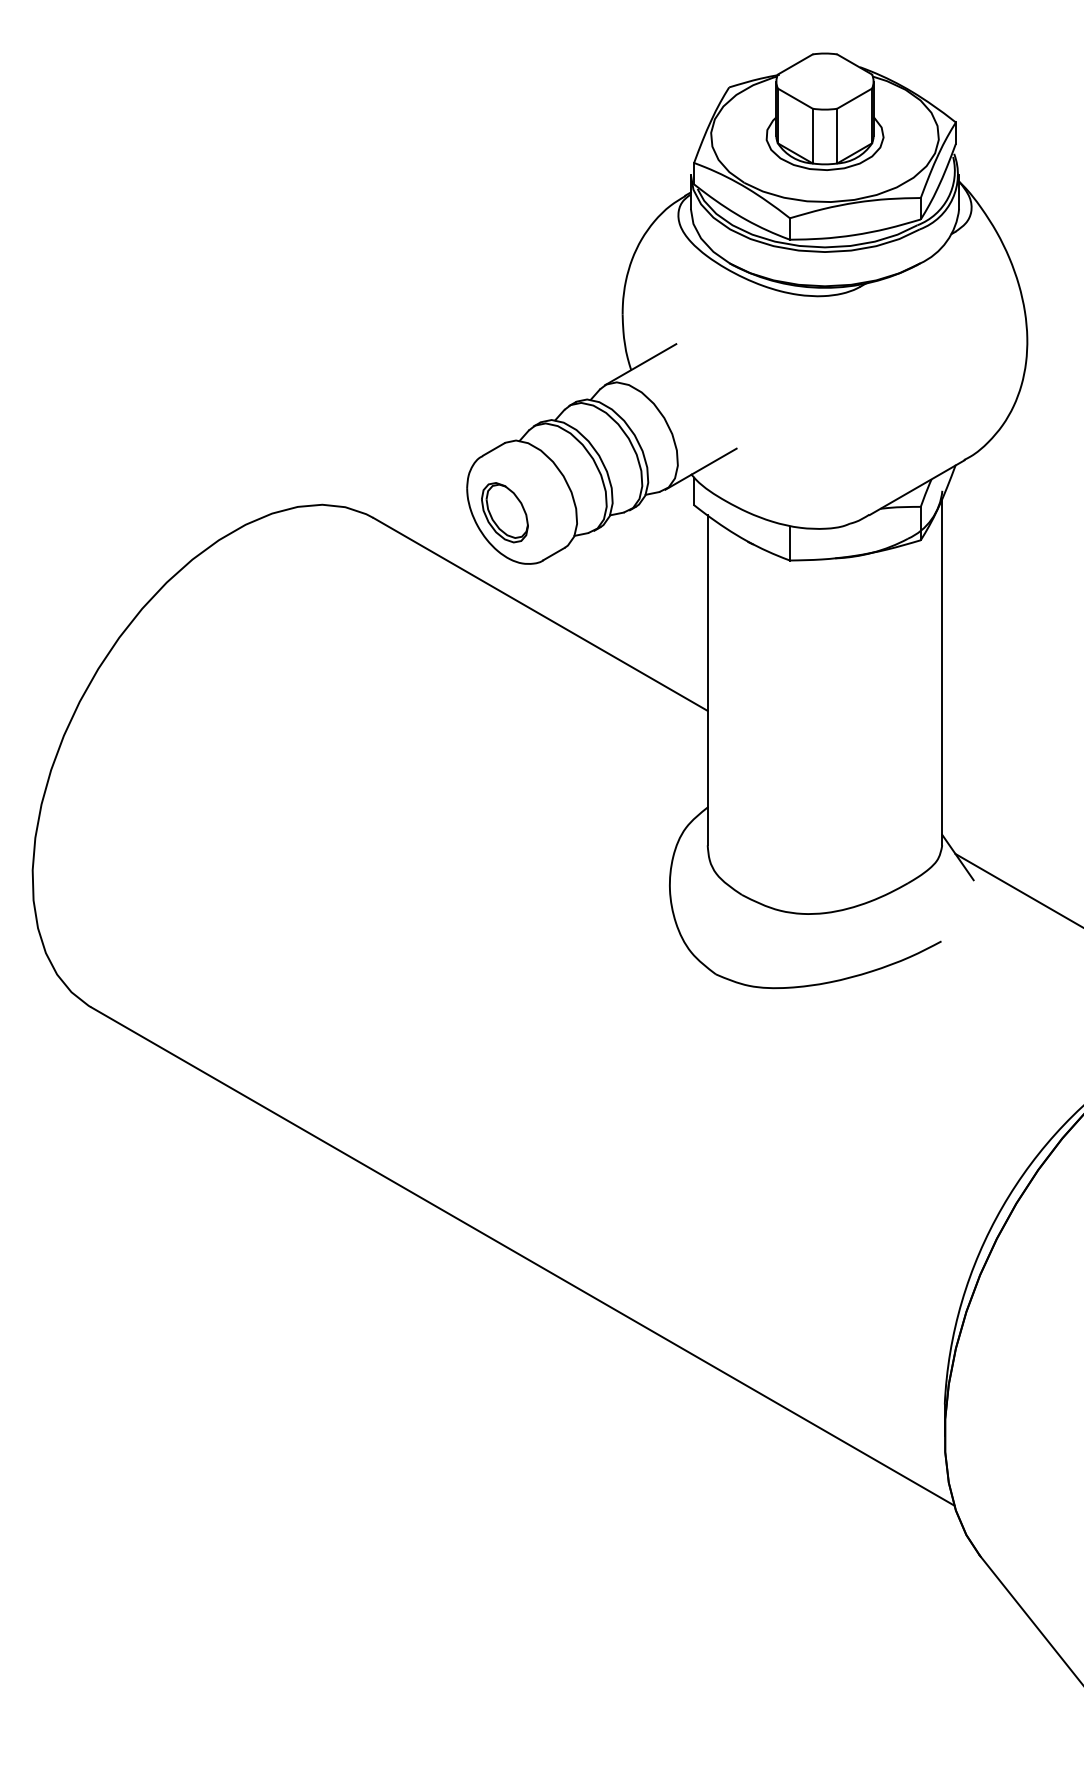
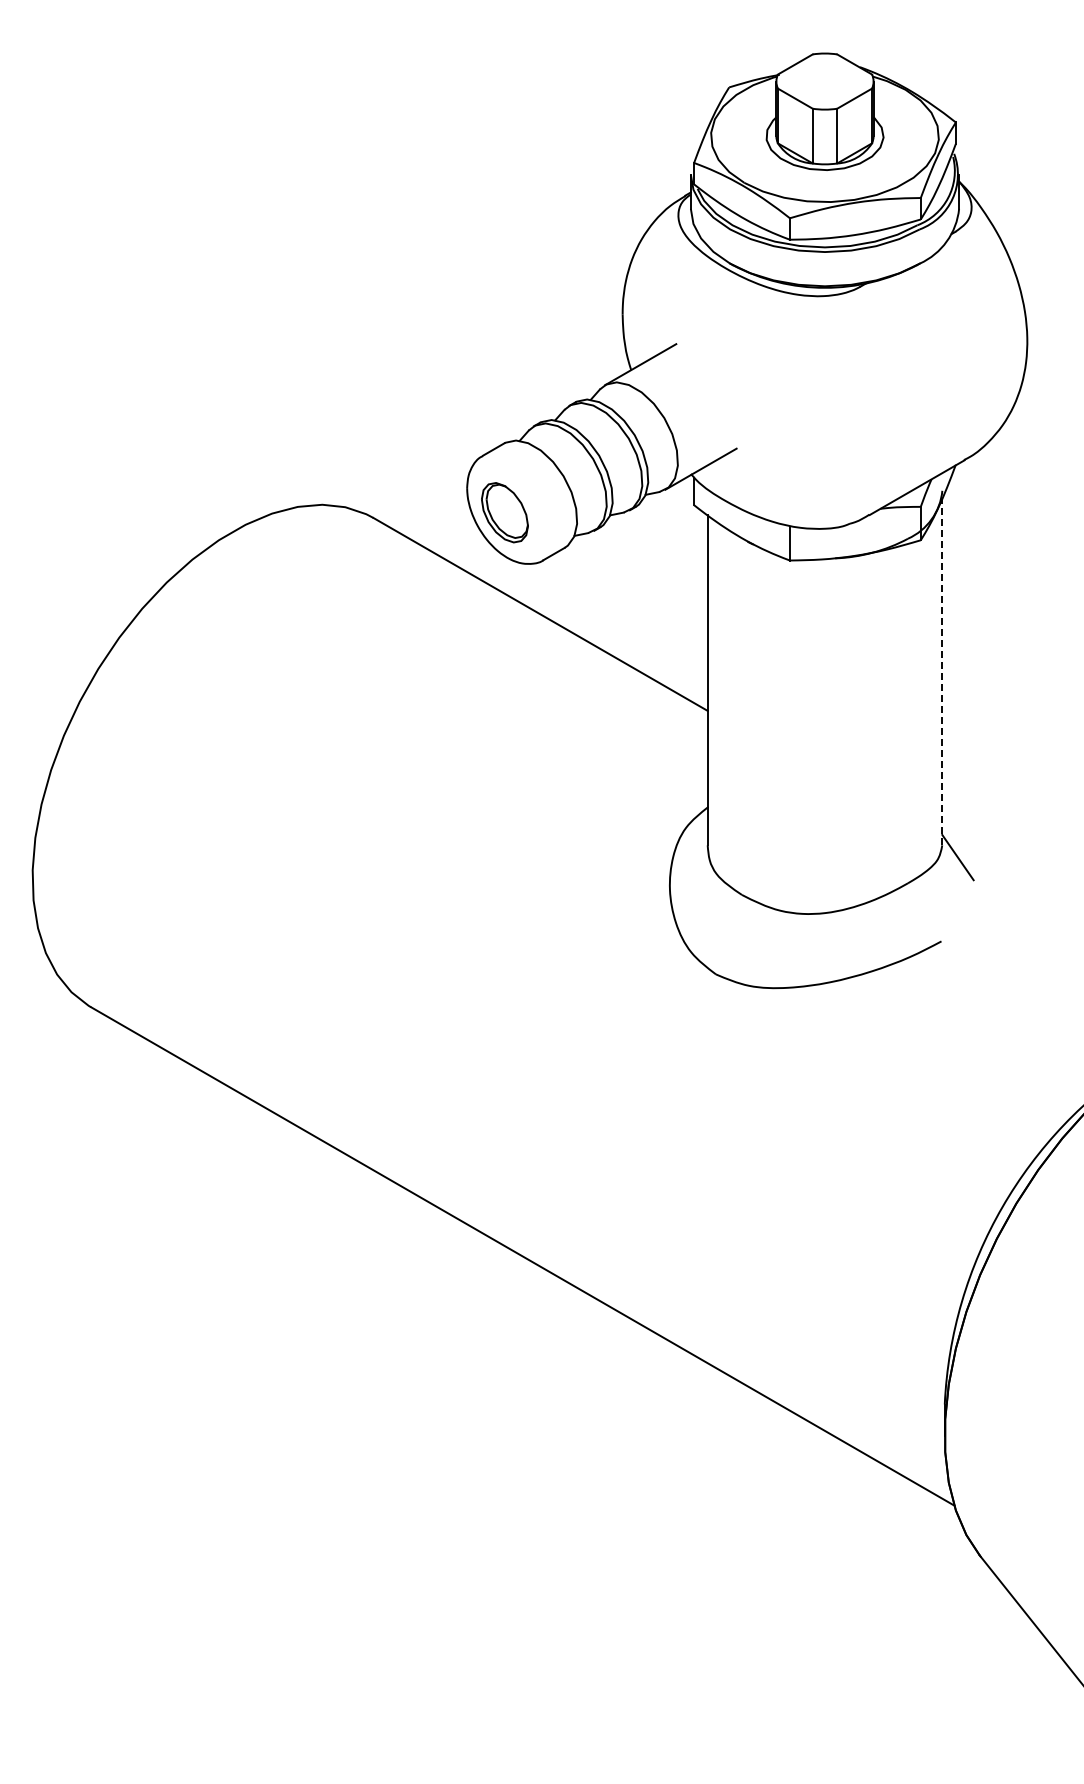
line at (942, 671): solid -> dashed
line at (1017, 889): present -> none
